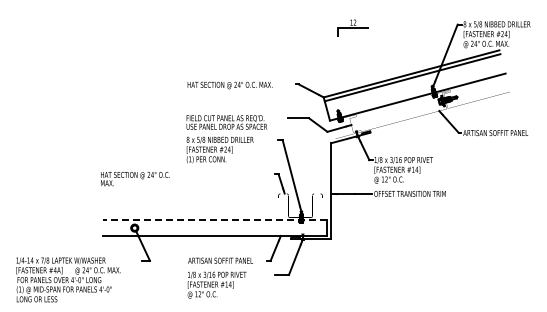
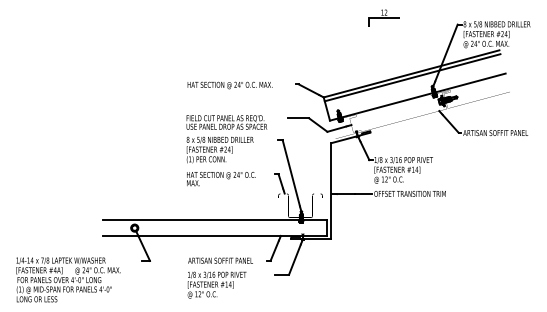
part at (352, 27) position: (352, 27) -> (383, 17)
text at (135, 178) position: (135, 178) -> (221, 178)
line at (214, 219): dashed -> solid
